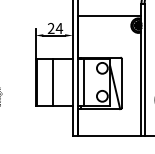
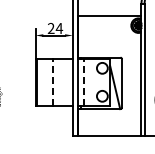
line at (52, 81): solid -> dashed
line at (83, 81): solid -> dashed
